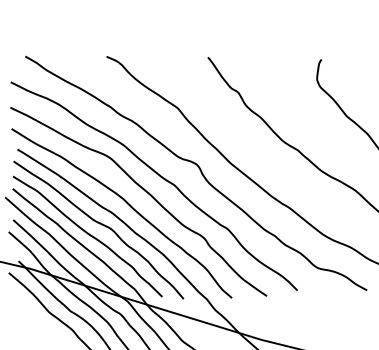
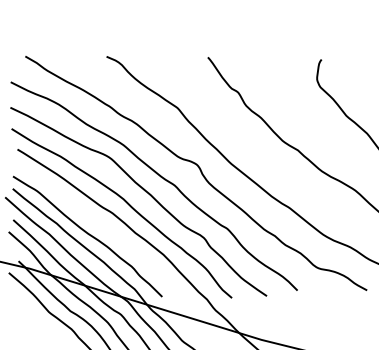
curve at (101, 225): present -> none
